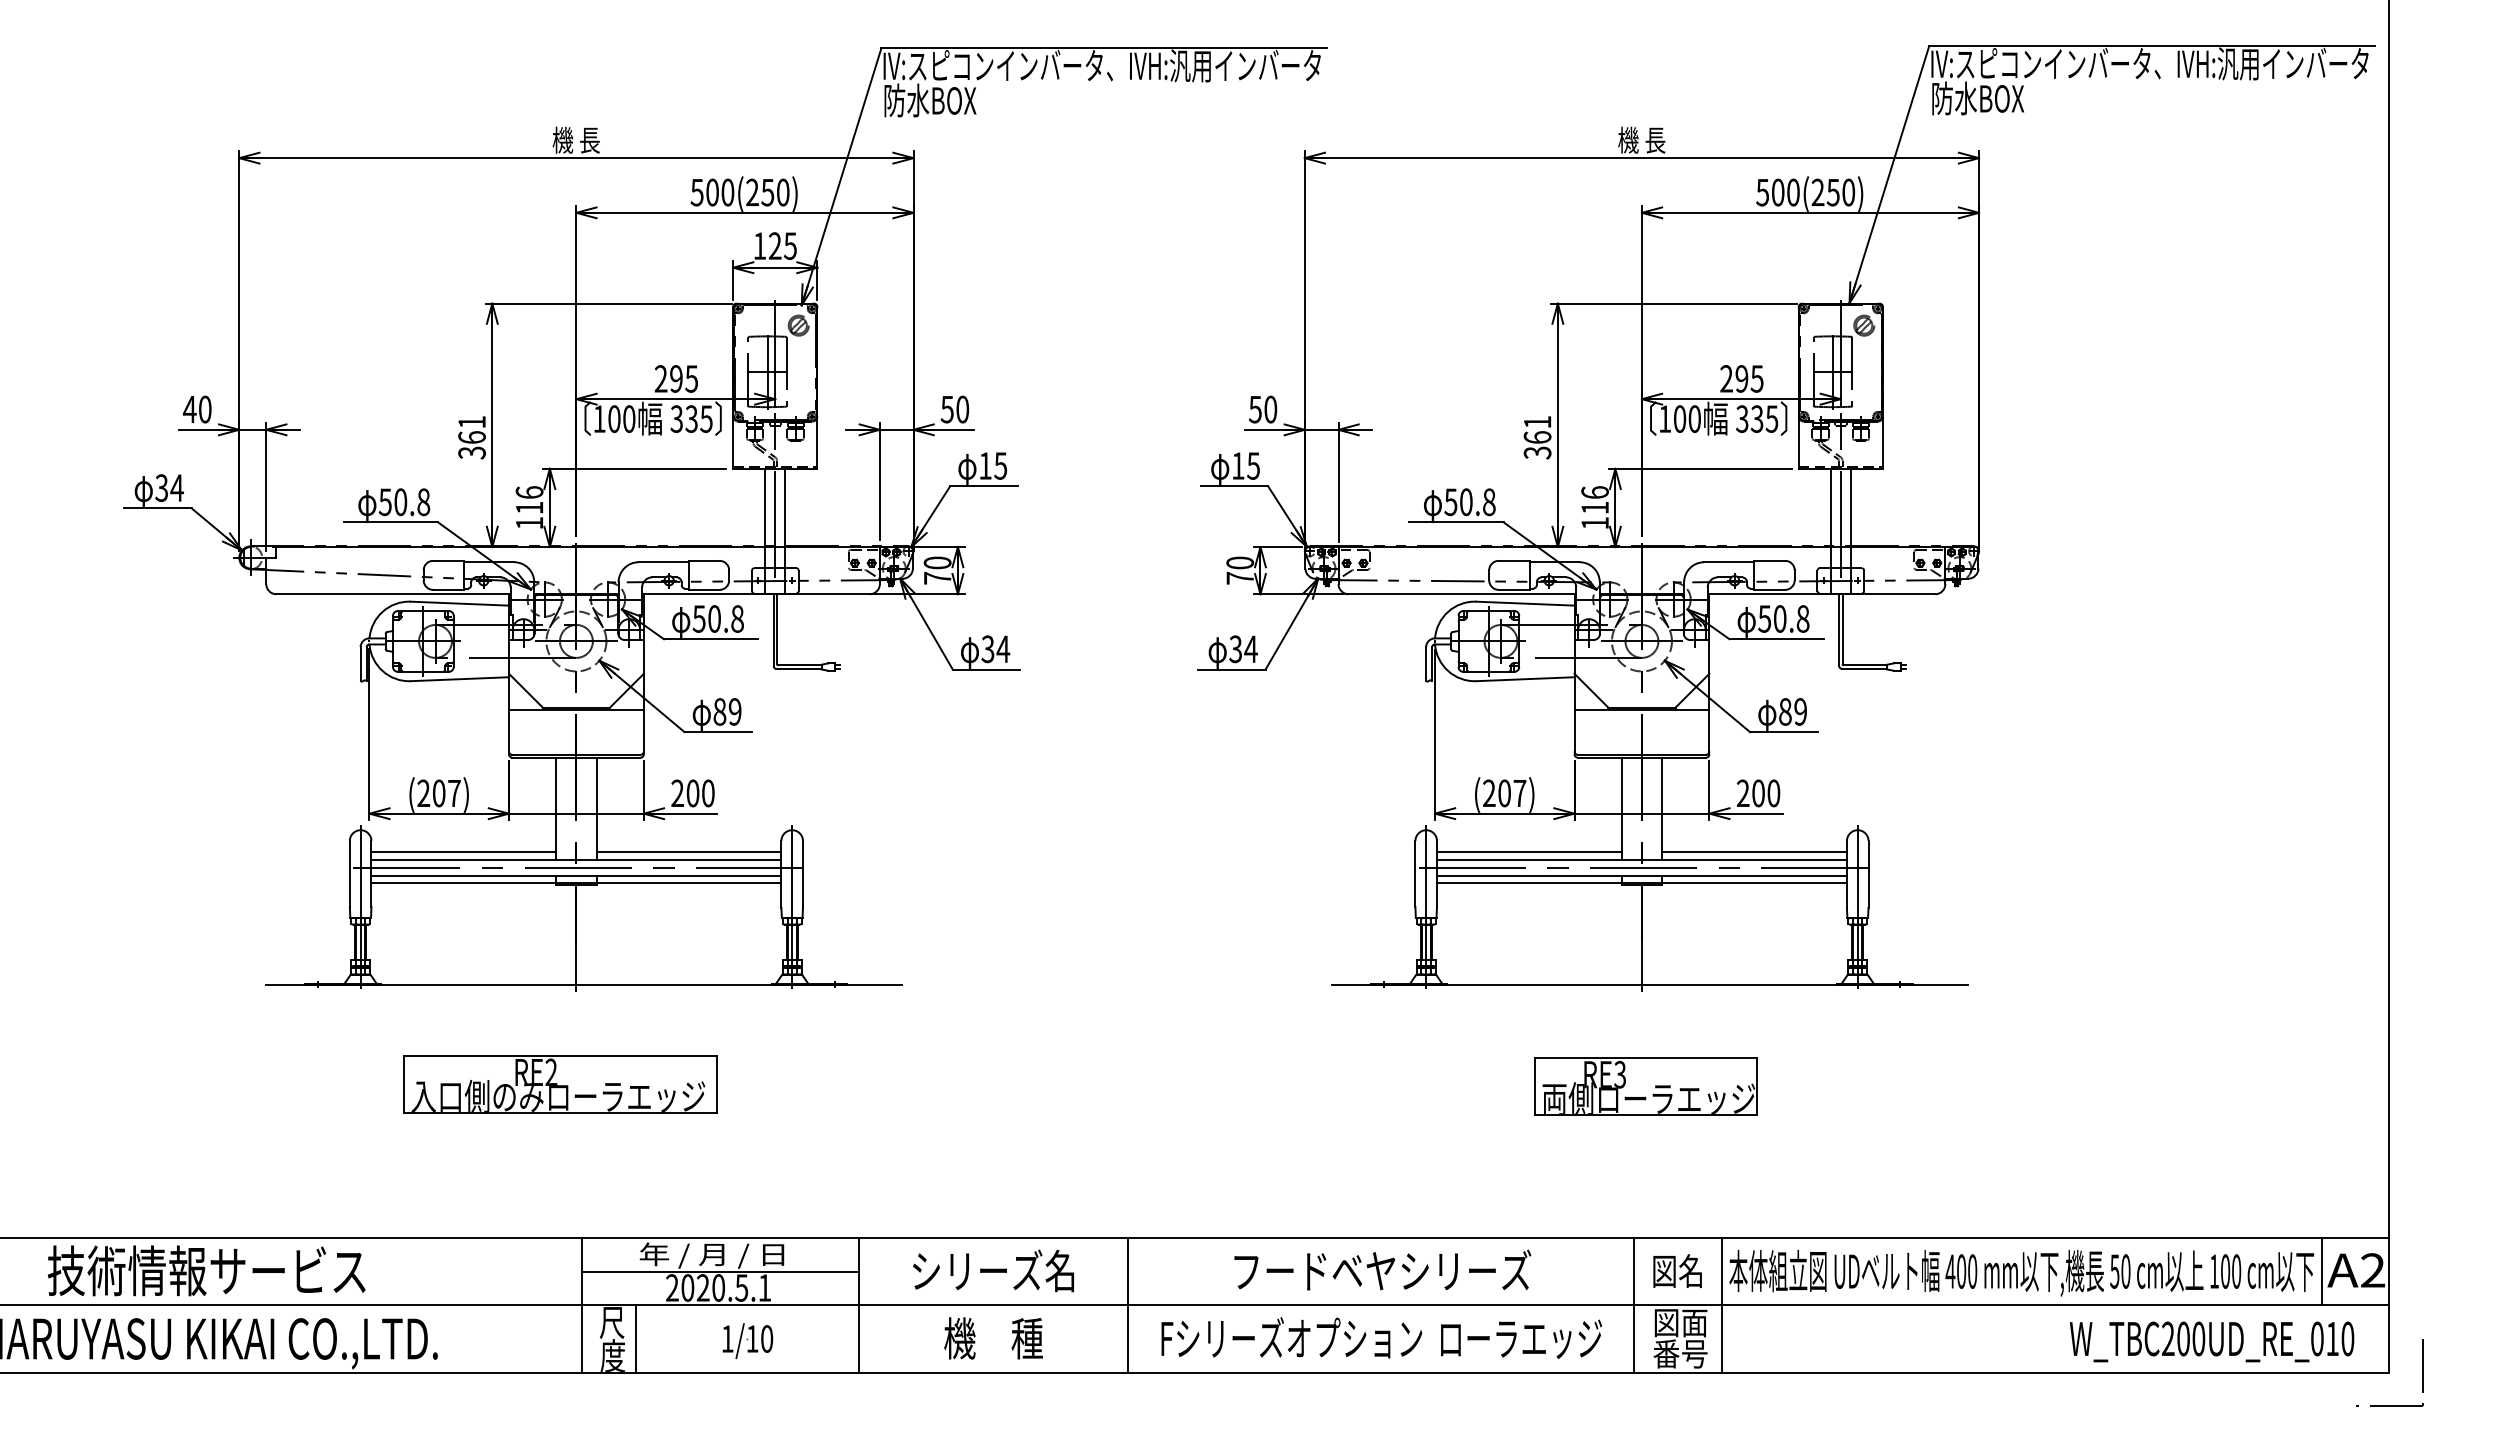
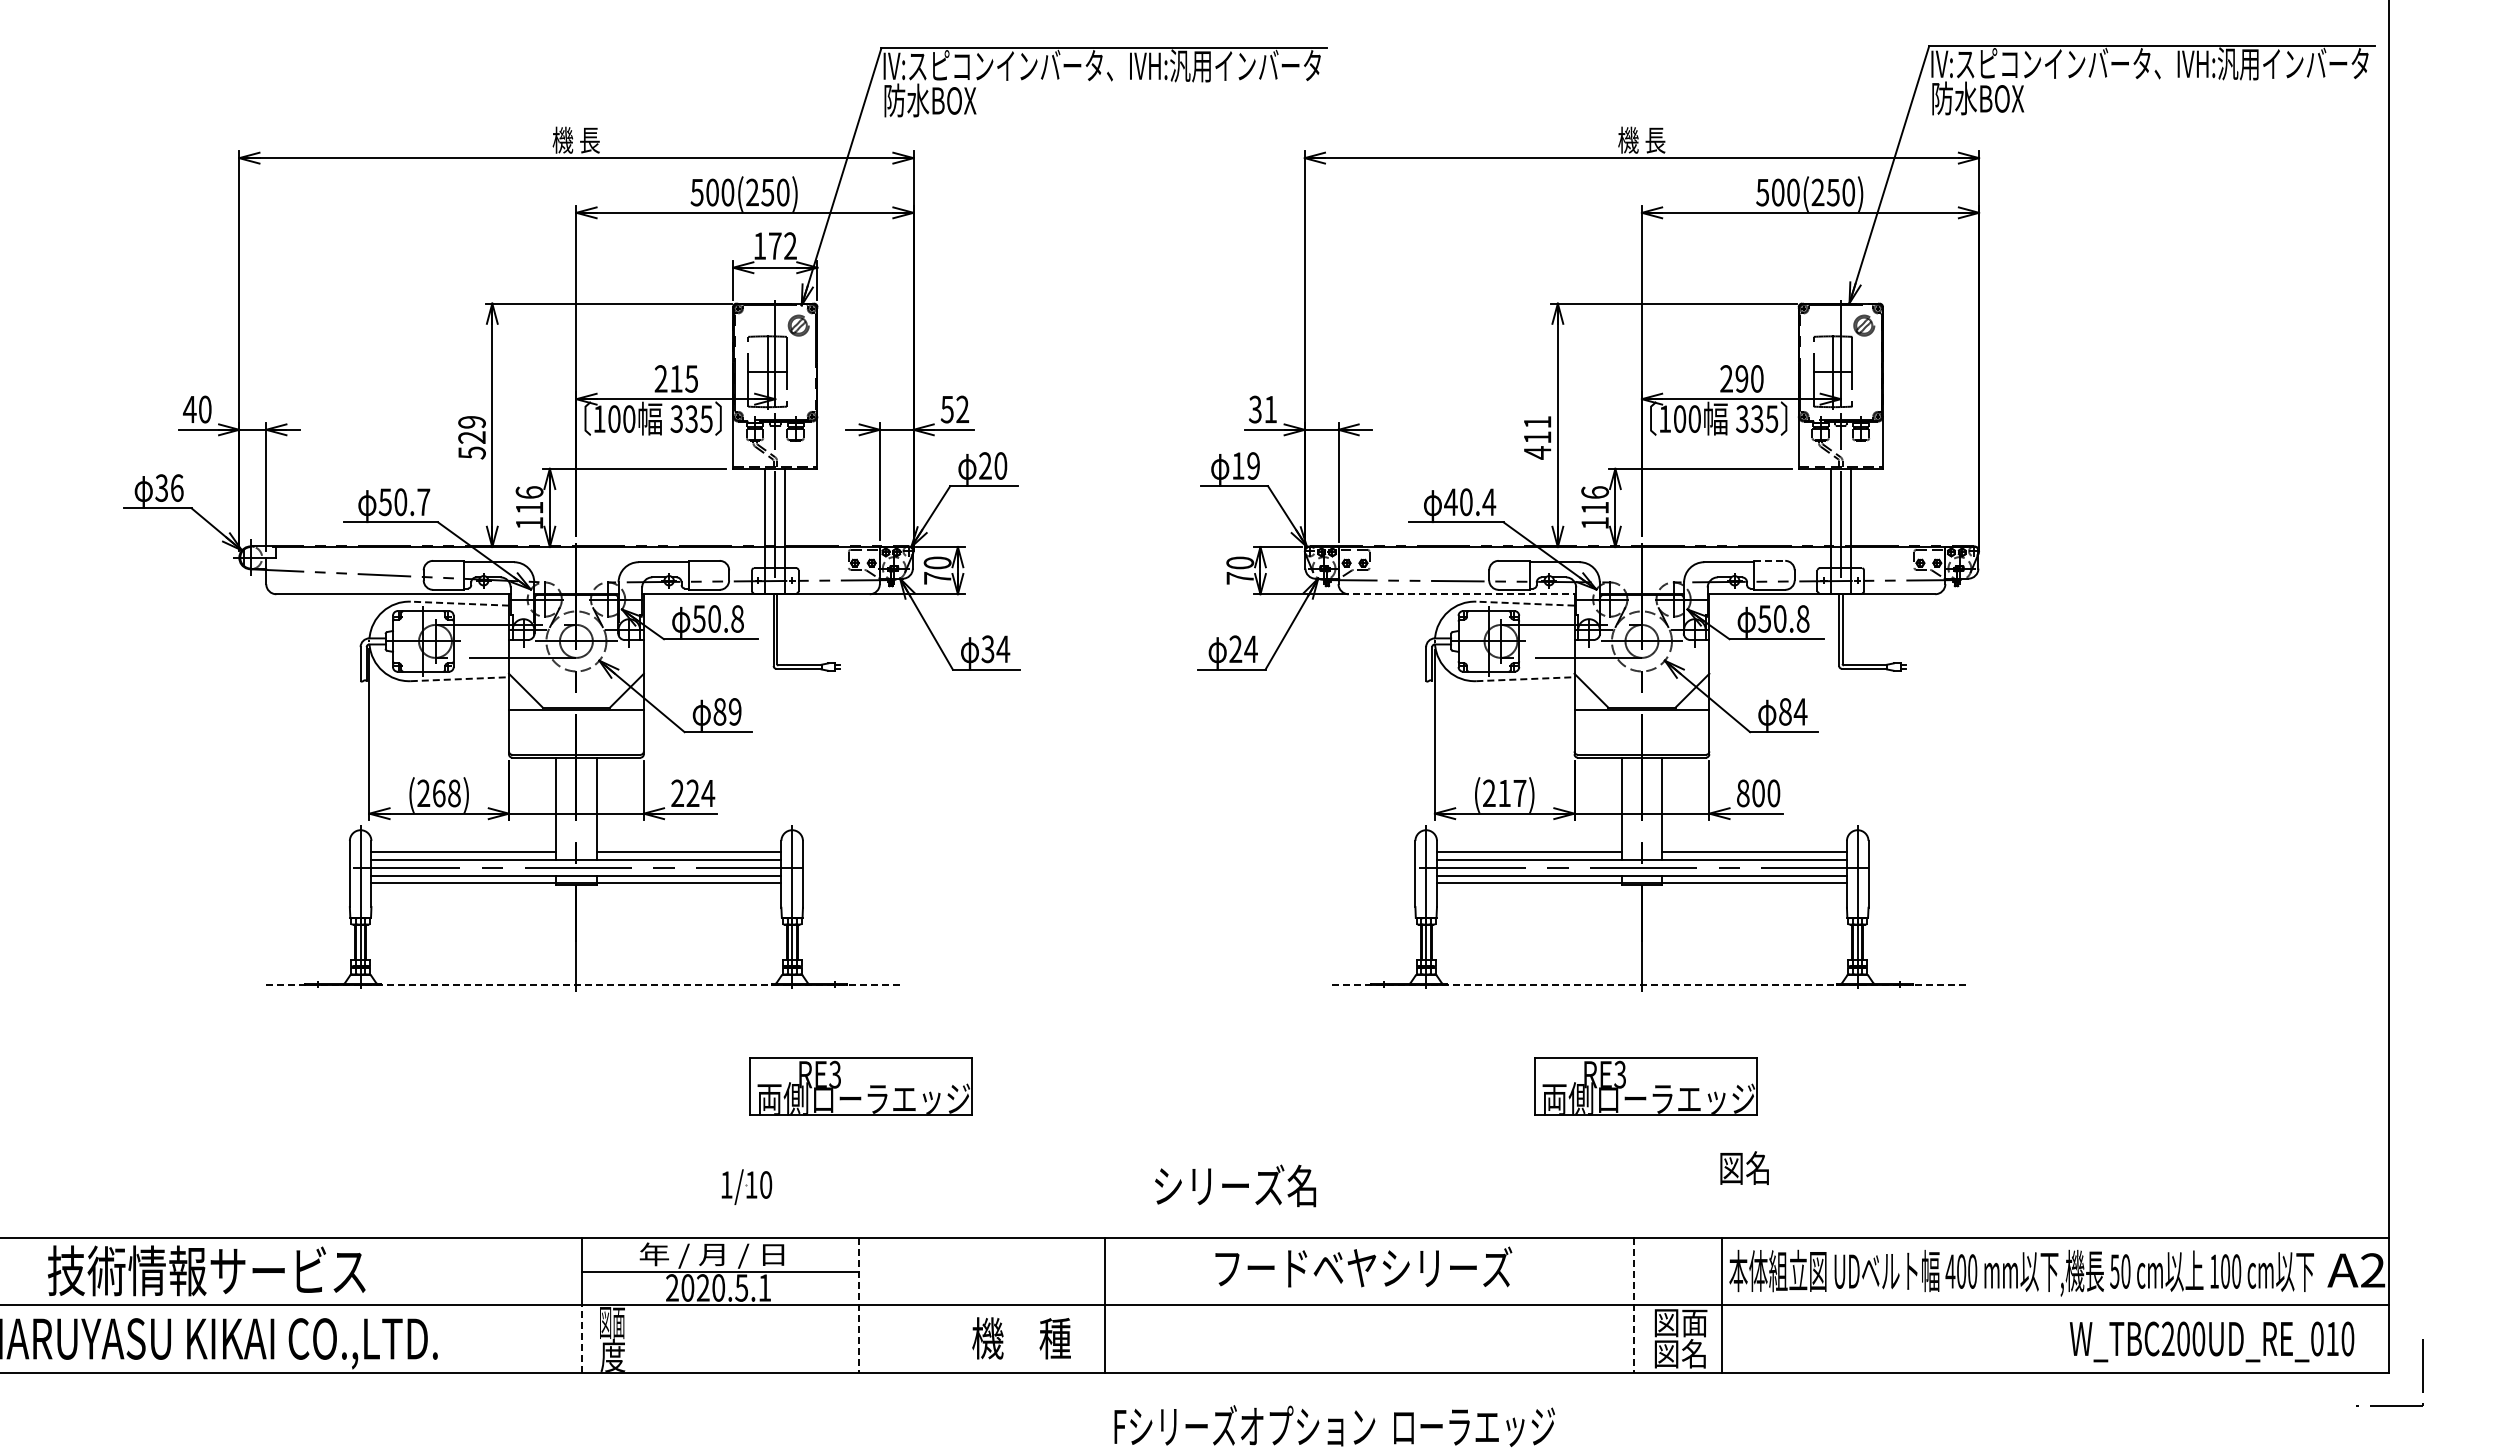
text at (782, 245): 125 -> 172
text at (676, 378): 295 -> 215
text at (1756, 378): 295 -> 290
text at (962, 409): 50 -> 52
text at (1263, 409): 50 -> 31
text at (471, 437): 361 -> 529
text at (1537, 445): 361 -> 411
text at (993, 465): 15 -> 20
text at (1253, 465): 15 -> 19
text at (176, 487): 34 -> 36
text at (423, 502): 50.8 -> 50.7
text at (1470, 502): 50.8 -> 40.4
line at (1769, 560): solid -> dashed
line at (1459, 594): solid -> dashed
line at (459, 603): solid -> dashed
line at (1524, 603): solid -> dashed
text at (1235, 649): 34 -> 24
line at (460, 679): solid -> dashed
line at (1525, 679): solid -> dashed
text at (1800, 711): 89 -> 84
text at (446, 793): (207) -> (268)
text at (700, 793): 200 -> 224
text at (1504, 793): (207) -> (217)
text at (1742, 793): 200 -> 800
line at (584, 985): solid -> dashed
line at (1649, 985): solid -> dashed
part at (560, 1084): present -> none
part at (860, 1086): none -> present
text at (1382, 1269) position: (1382, 1269) -> (1363, 1266)
text at (993, 1270) position: (993, 1270) -> (1235, 1185)
text at (1677, 1270) position: (1677, 1270) -> (1744, 1167)
line at (2321, 1271): present -> none
line at (1128, 1304) position: (1128, 1304) -> (1105, 1304)
line at (858, 1305): solid -> dashed
line at (1634, 1305): solid -> dashed
text at (611, 1323): 尺 -> 図面
text at (1381, 1337) position: (1381, 1337) -> (1334, 1425)
line at (636, 1338): present -> none
text at (993, 1338) position: (993, 1338) -> (1021, 1338)
line at (582, 1339): solid -> dashed
part at (747, 1340) position: (747, 1340) -> (746, 1186)
text at (1680, 1353): 番号 -> 図名
